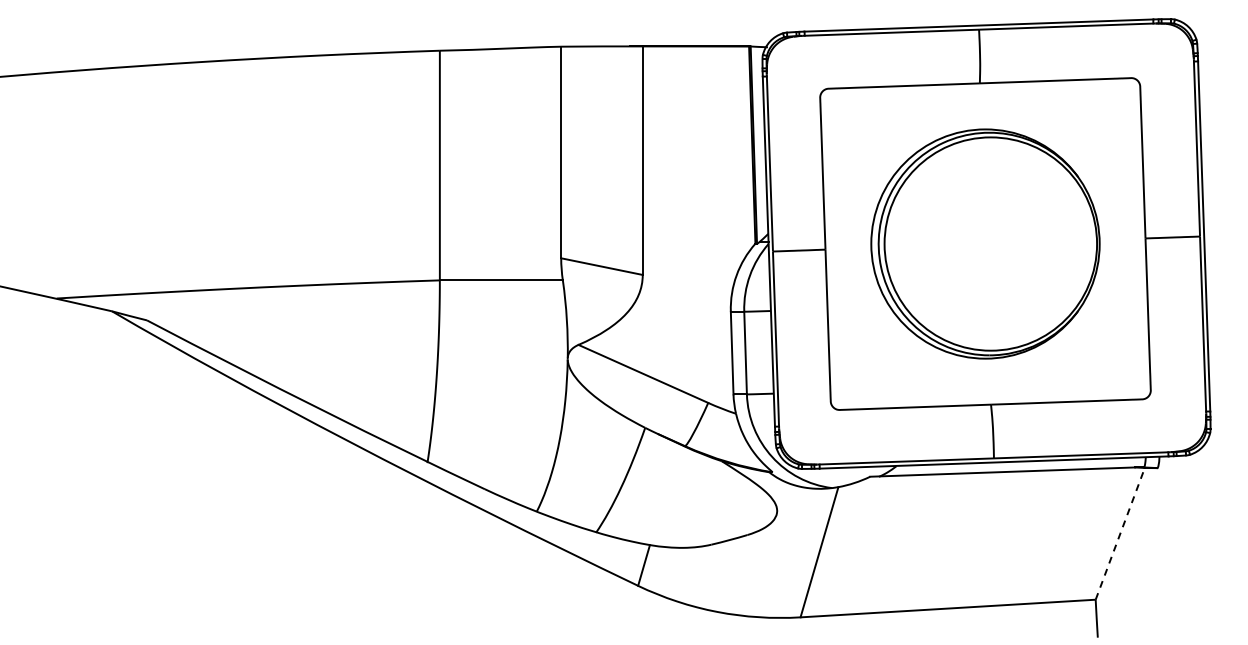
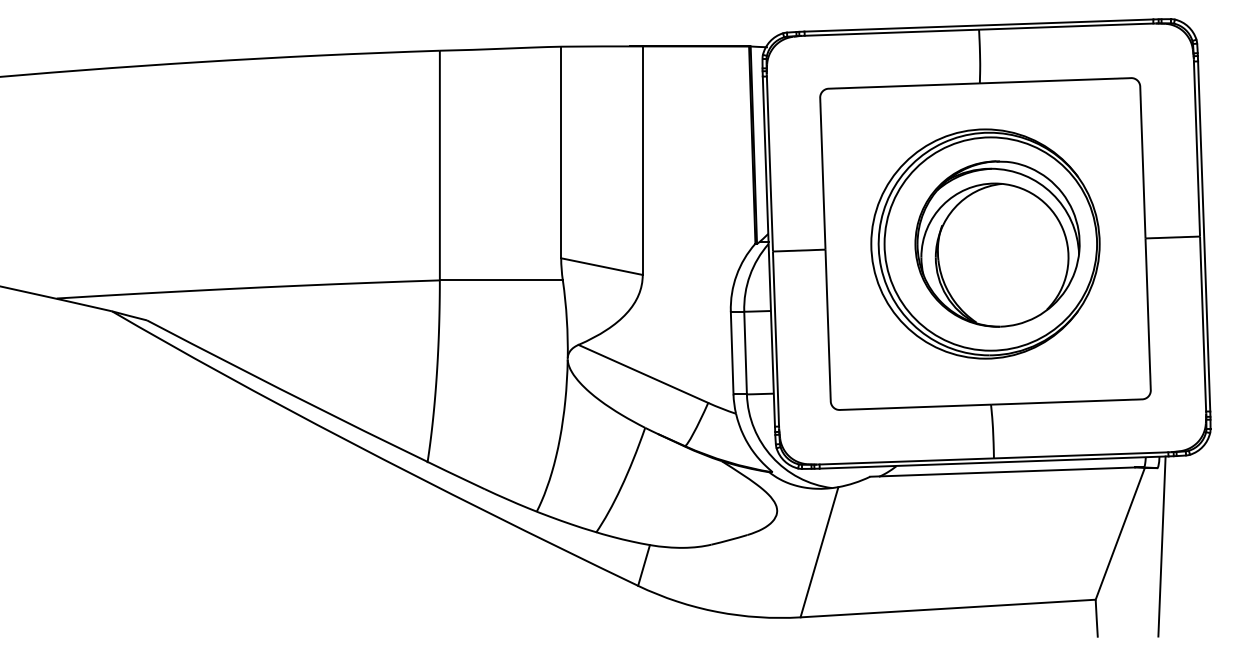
part at (997, 243): none -> present
line at (1120, 533): dashed -> solid
line at (1161, 546): none -> present
